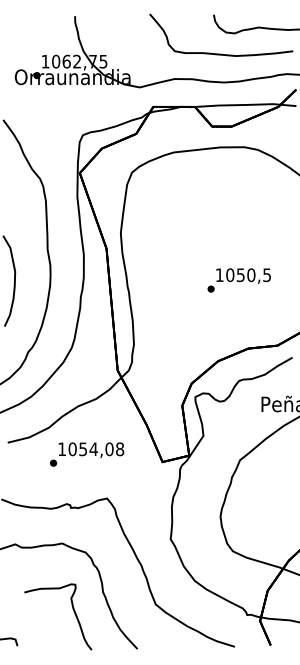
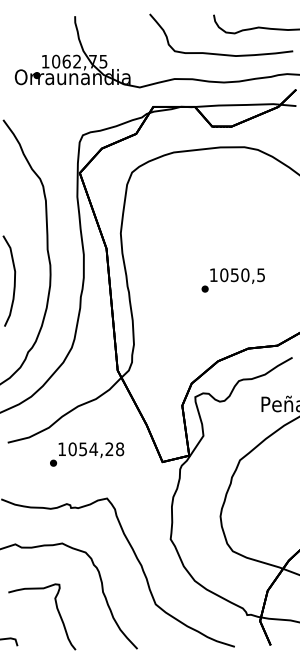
text at (238, 280) position: (238, 280) -> (232, 280)
text at (109, 449): 1054,08 -> 1054,28
part at (72, 609) position: (72, 609) -> (56, 609)
